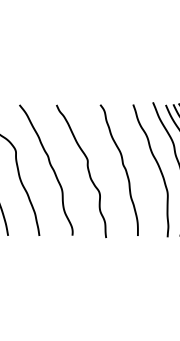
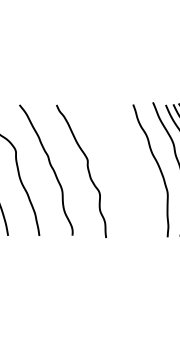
curve at (123, 167): present -> none
